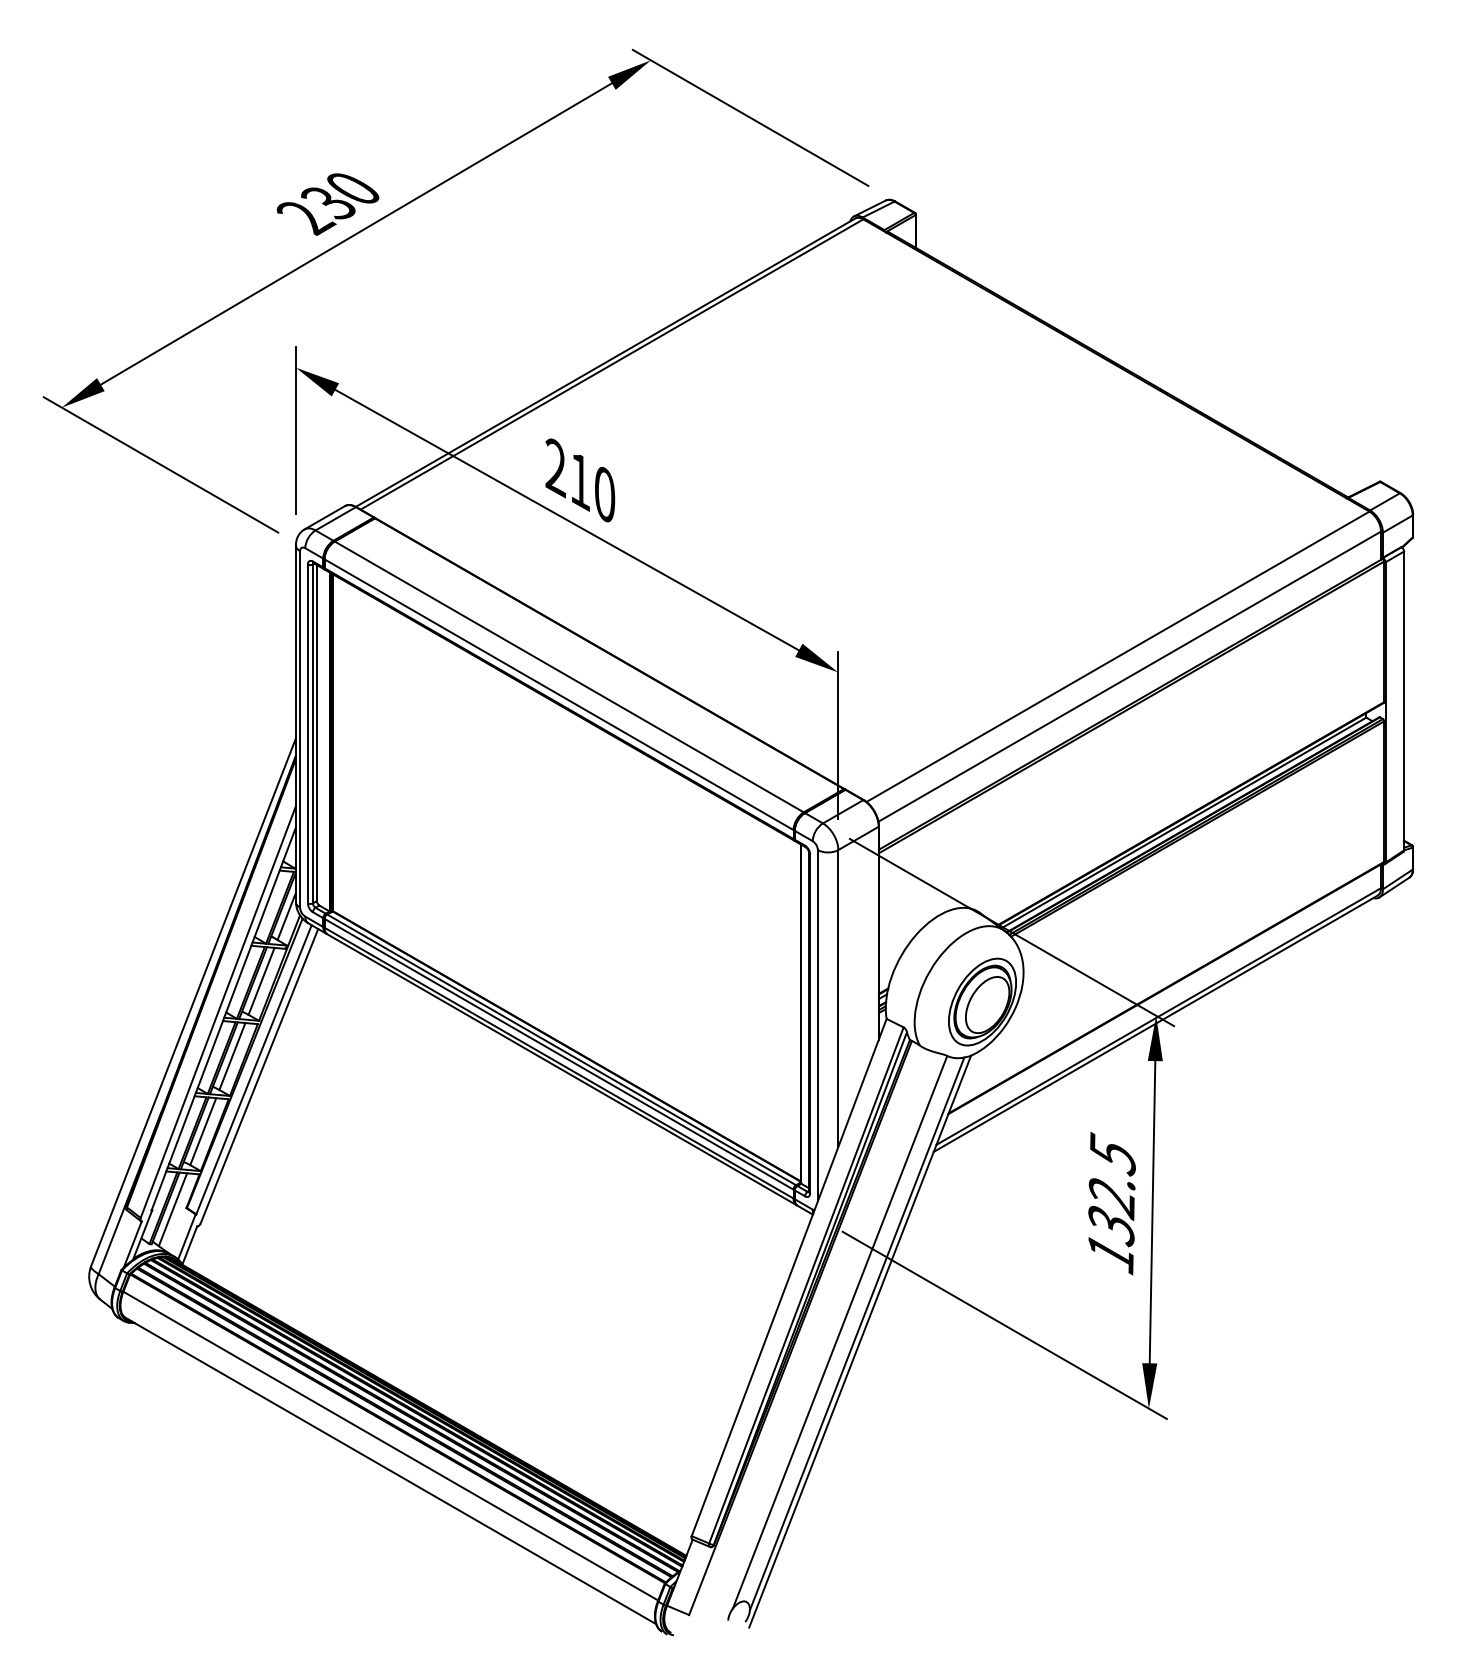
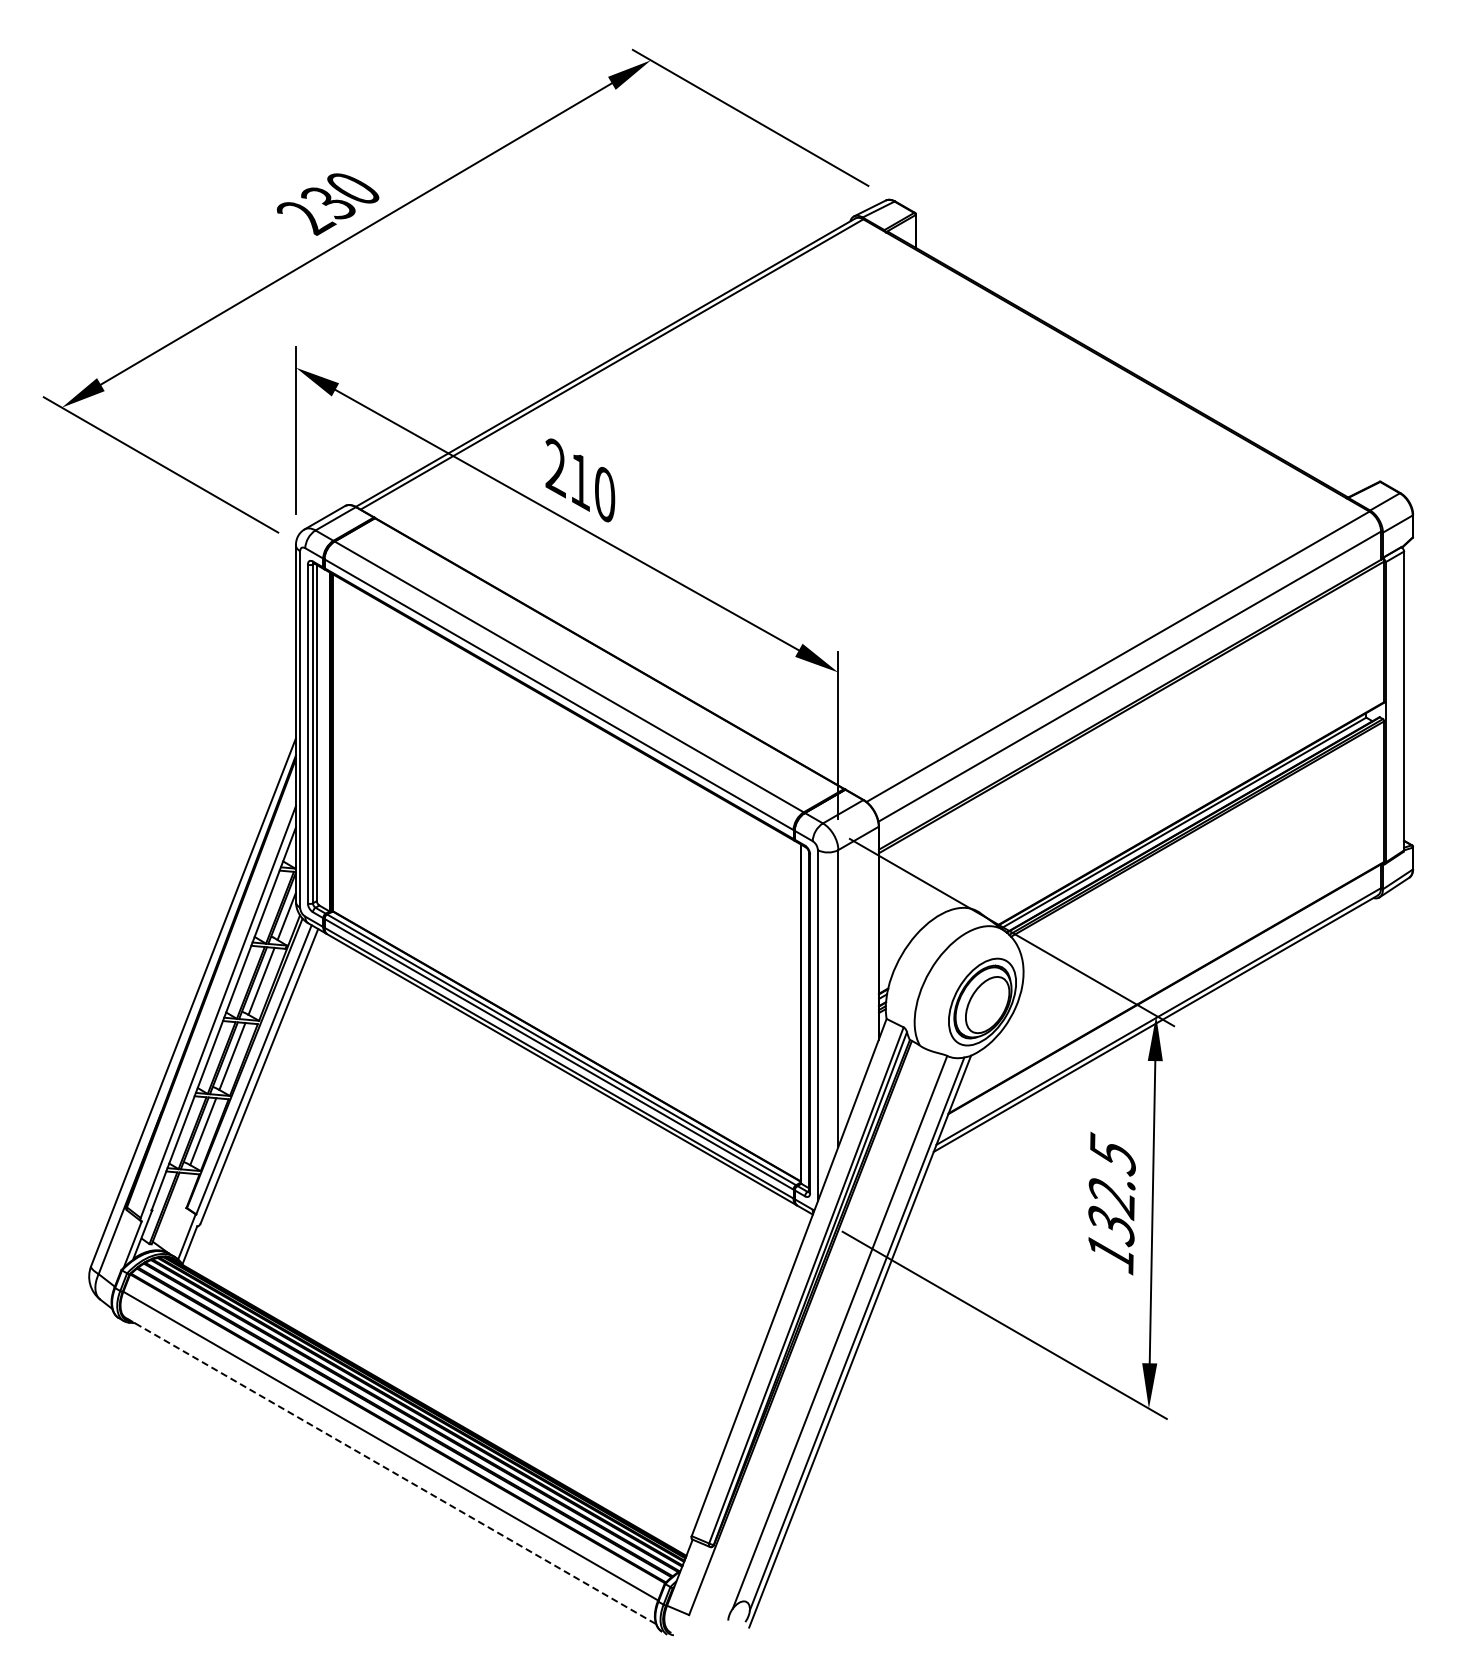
line at (172, 1209): present -> none
line at (391, 1471): solid -> dashed
